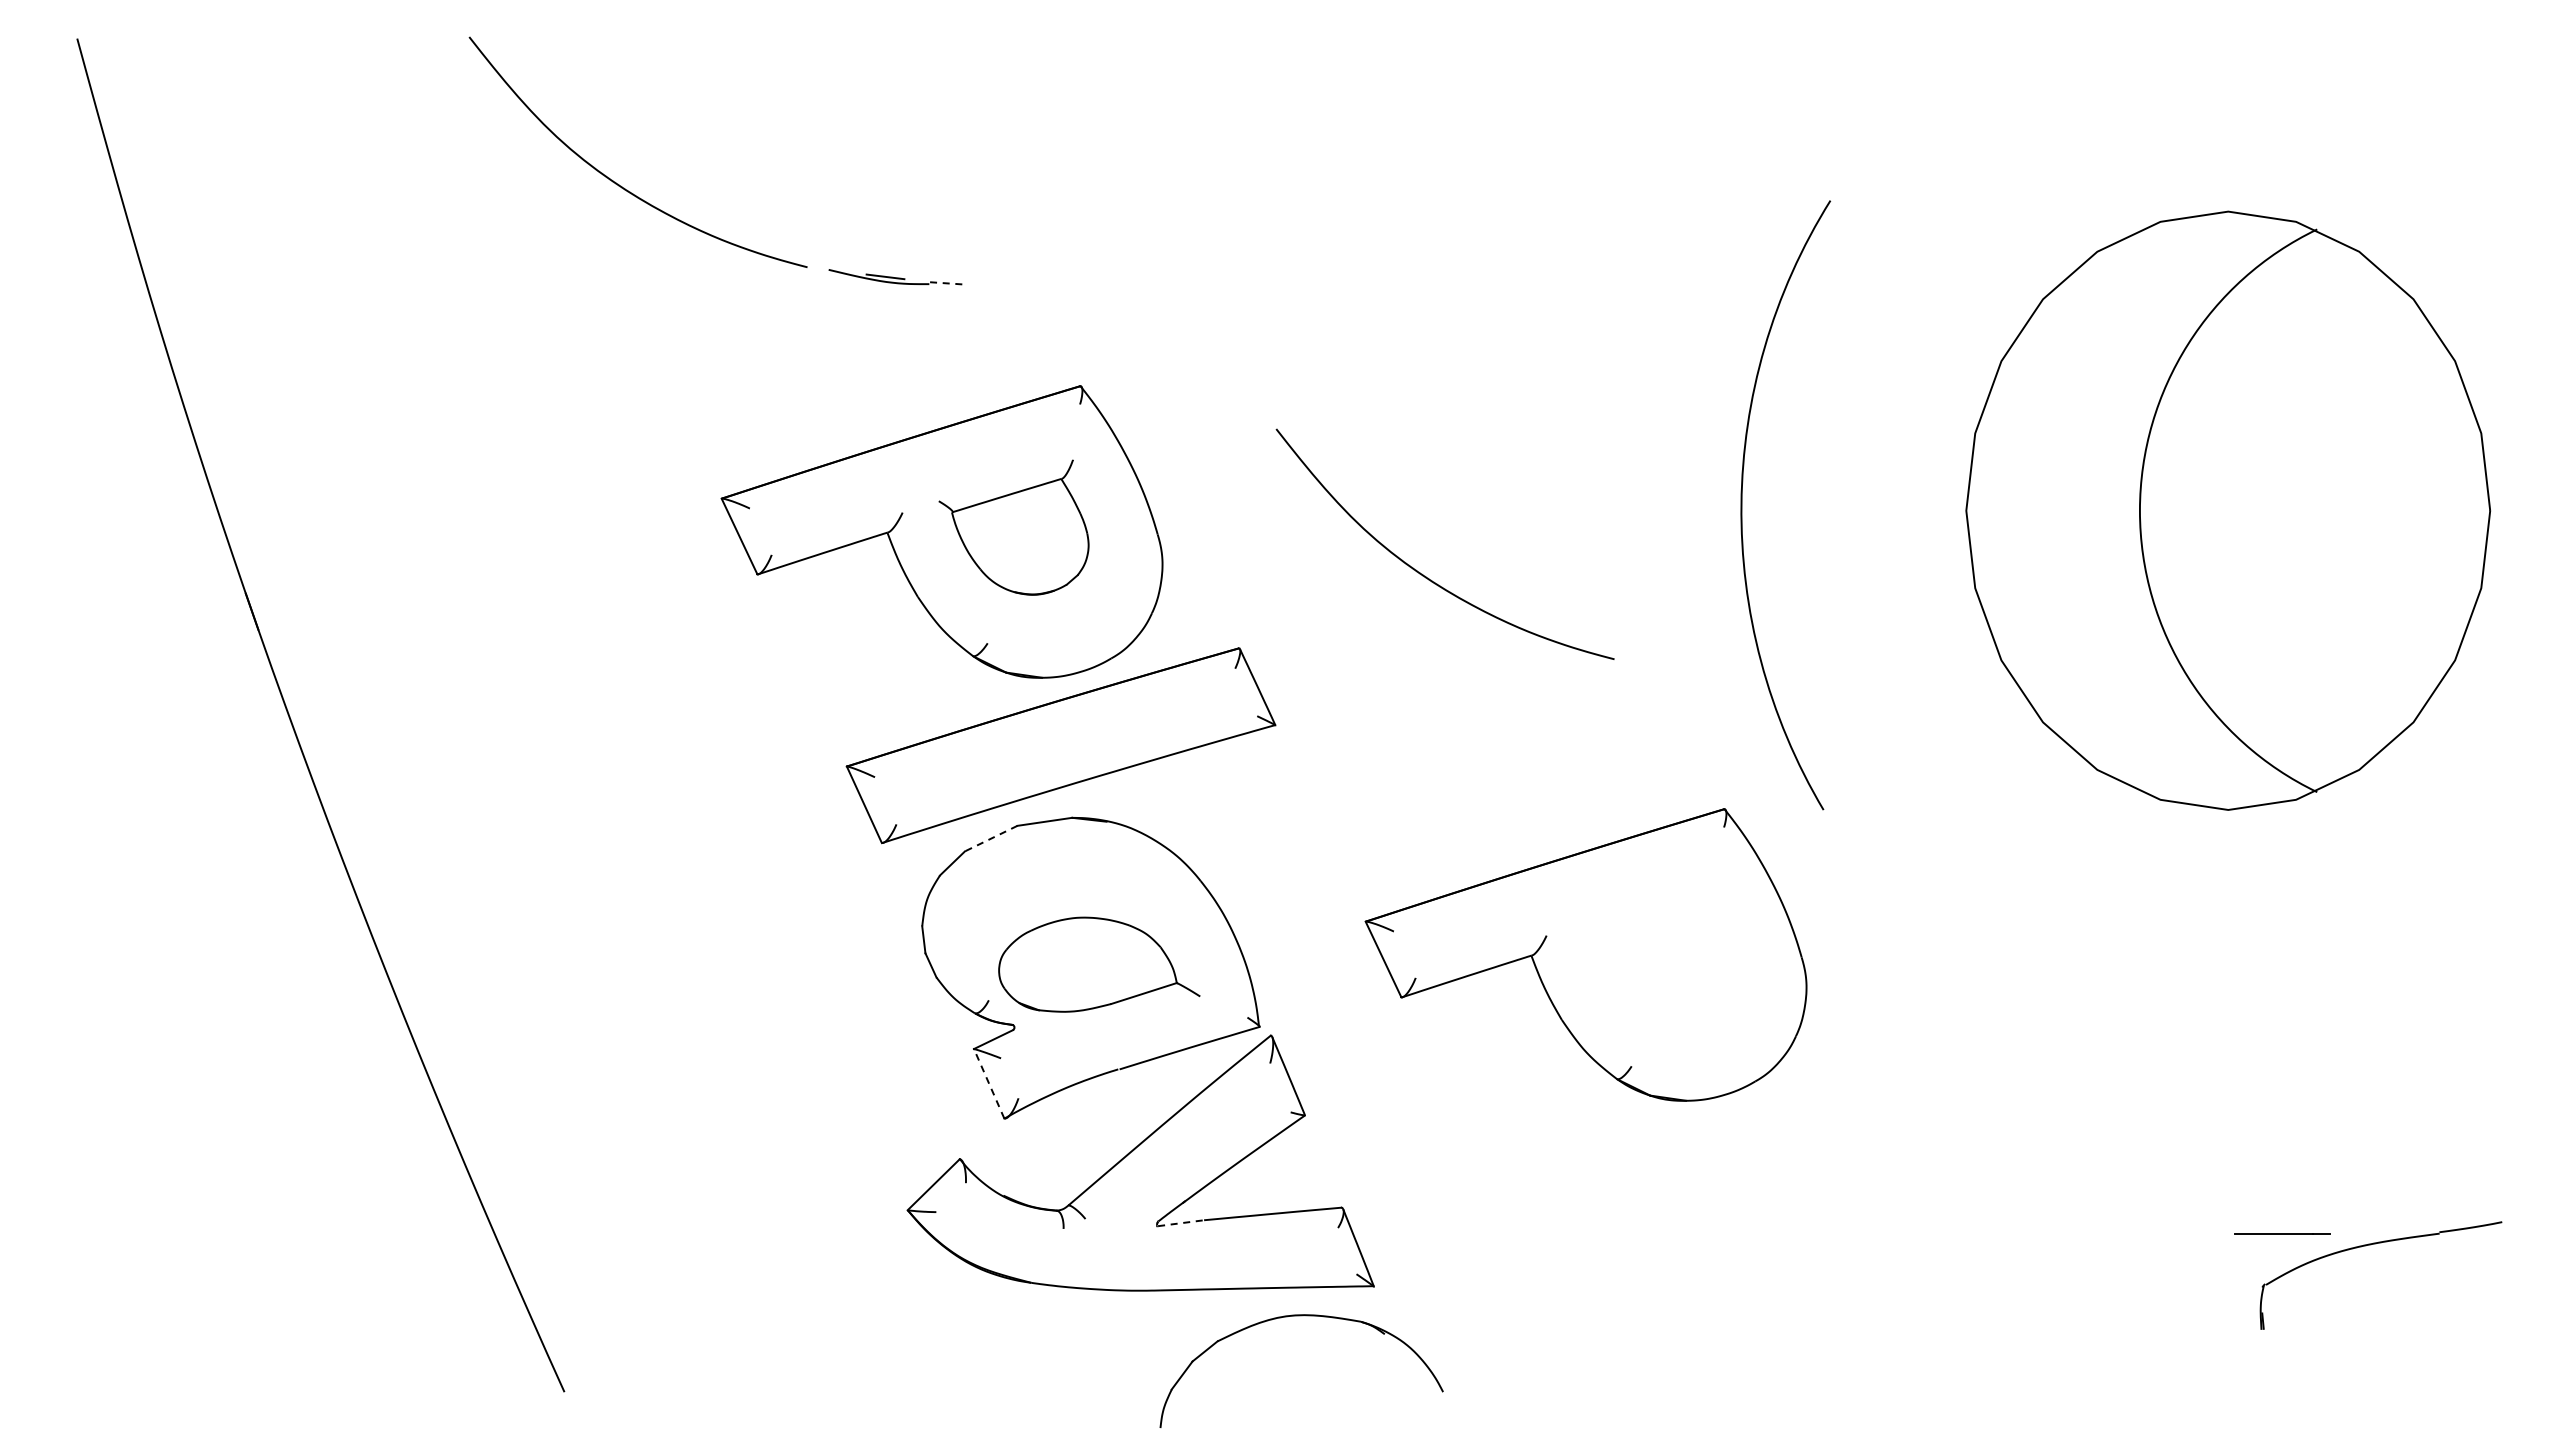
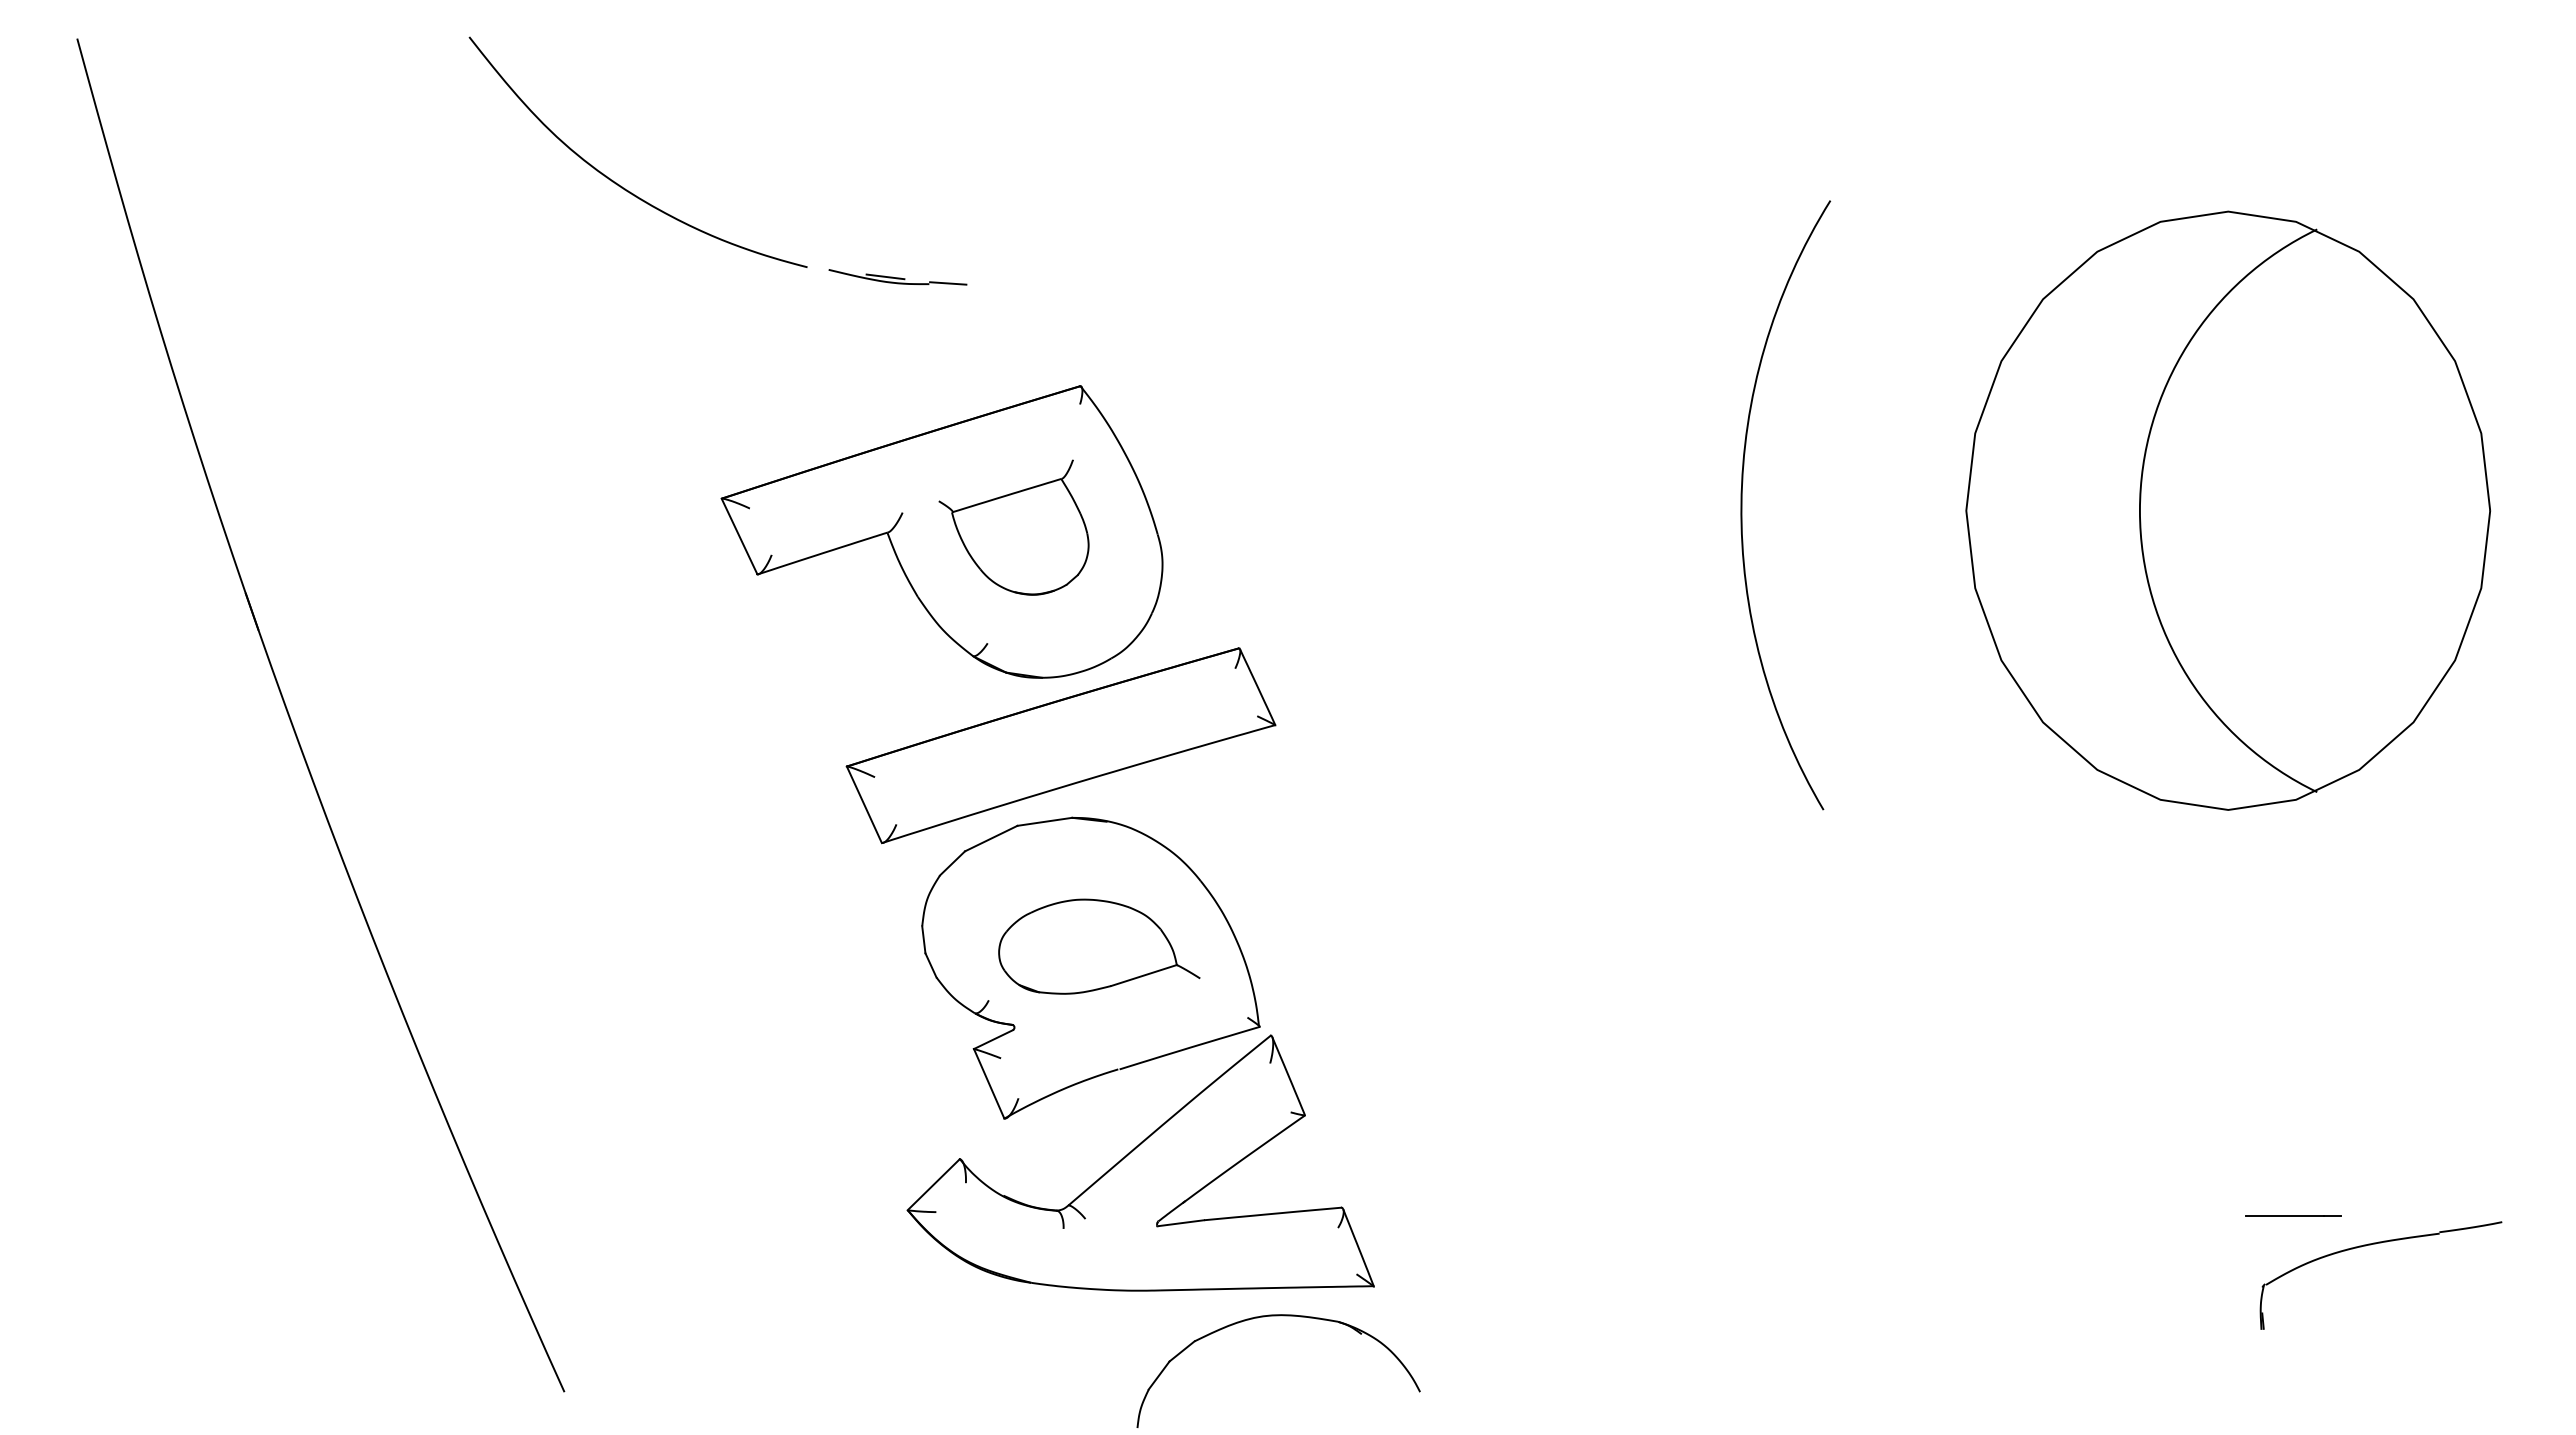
line at (948, 283): dashed -> solid
curve at (1423, 574): present -> none
line at (990, 838): dashed -> solid
part at (1585, 954): present -> none
part at (1099, 964) position: (1099, 964) -> (1099, 946)
line at (989, 1083): dashed -> solid
line at (1181, 1223): dashed -> solid
line at (2282, 1233) position: (2282, 1233) -> (2293, 1215)
part at (1301, 1316) position: (1301, 1316) -> (1278, 1316)
